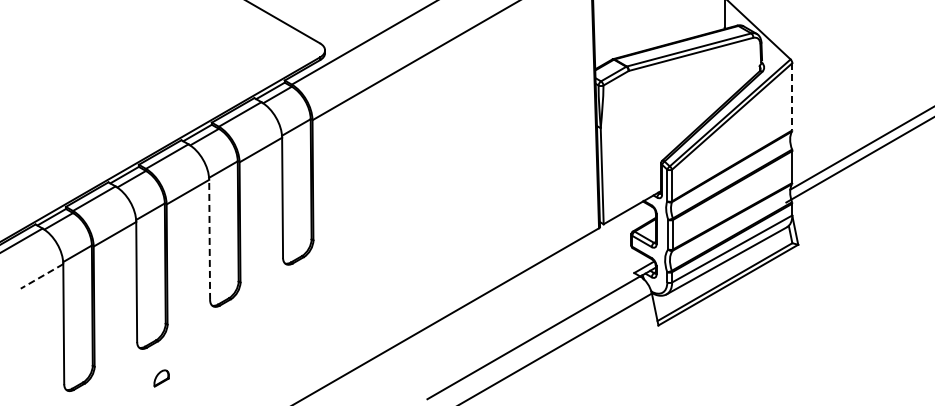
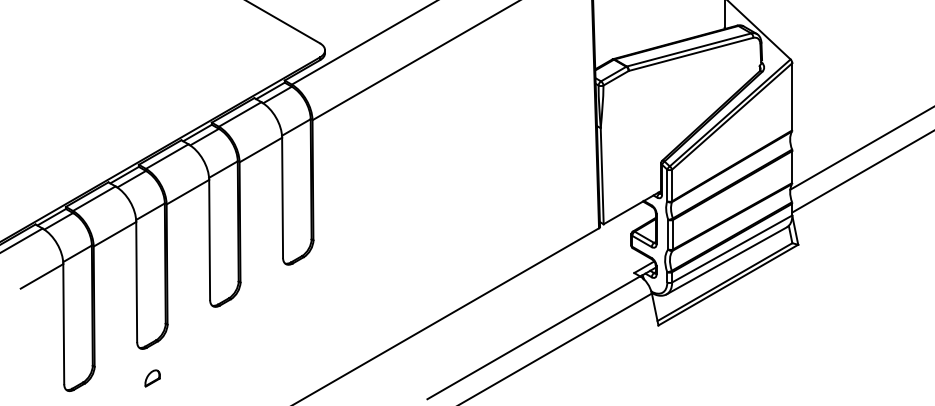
line at (792, 96): dashed -> solid
line at (858, 160) position: (858, 160) -> (861, 172)
line at (209, 239): dashed -> solid
line at (42, 276): dashed -> solid
part at (161, 378) position: (161, 378) -> (152, 378)
